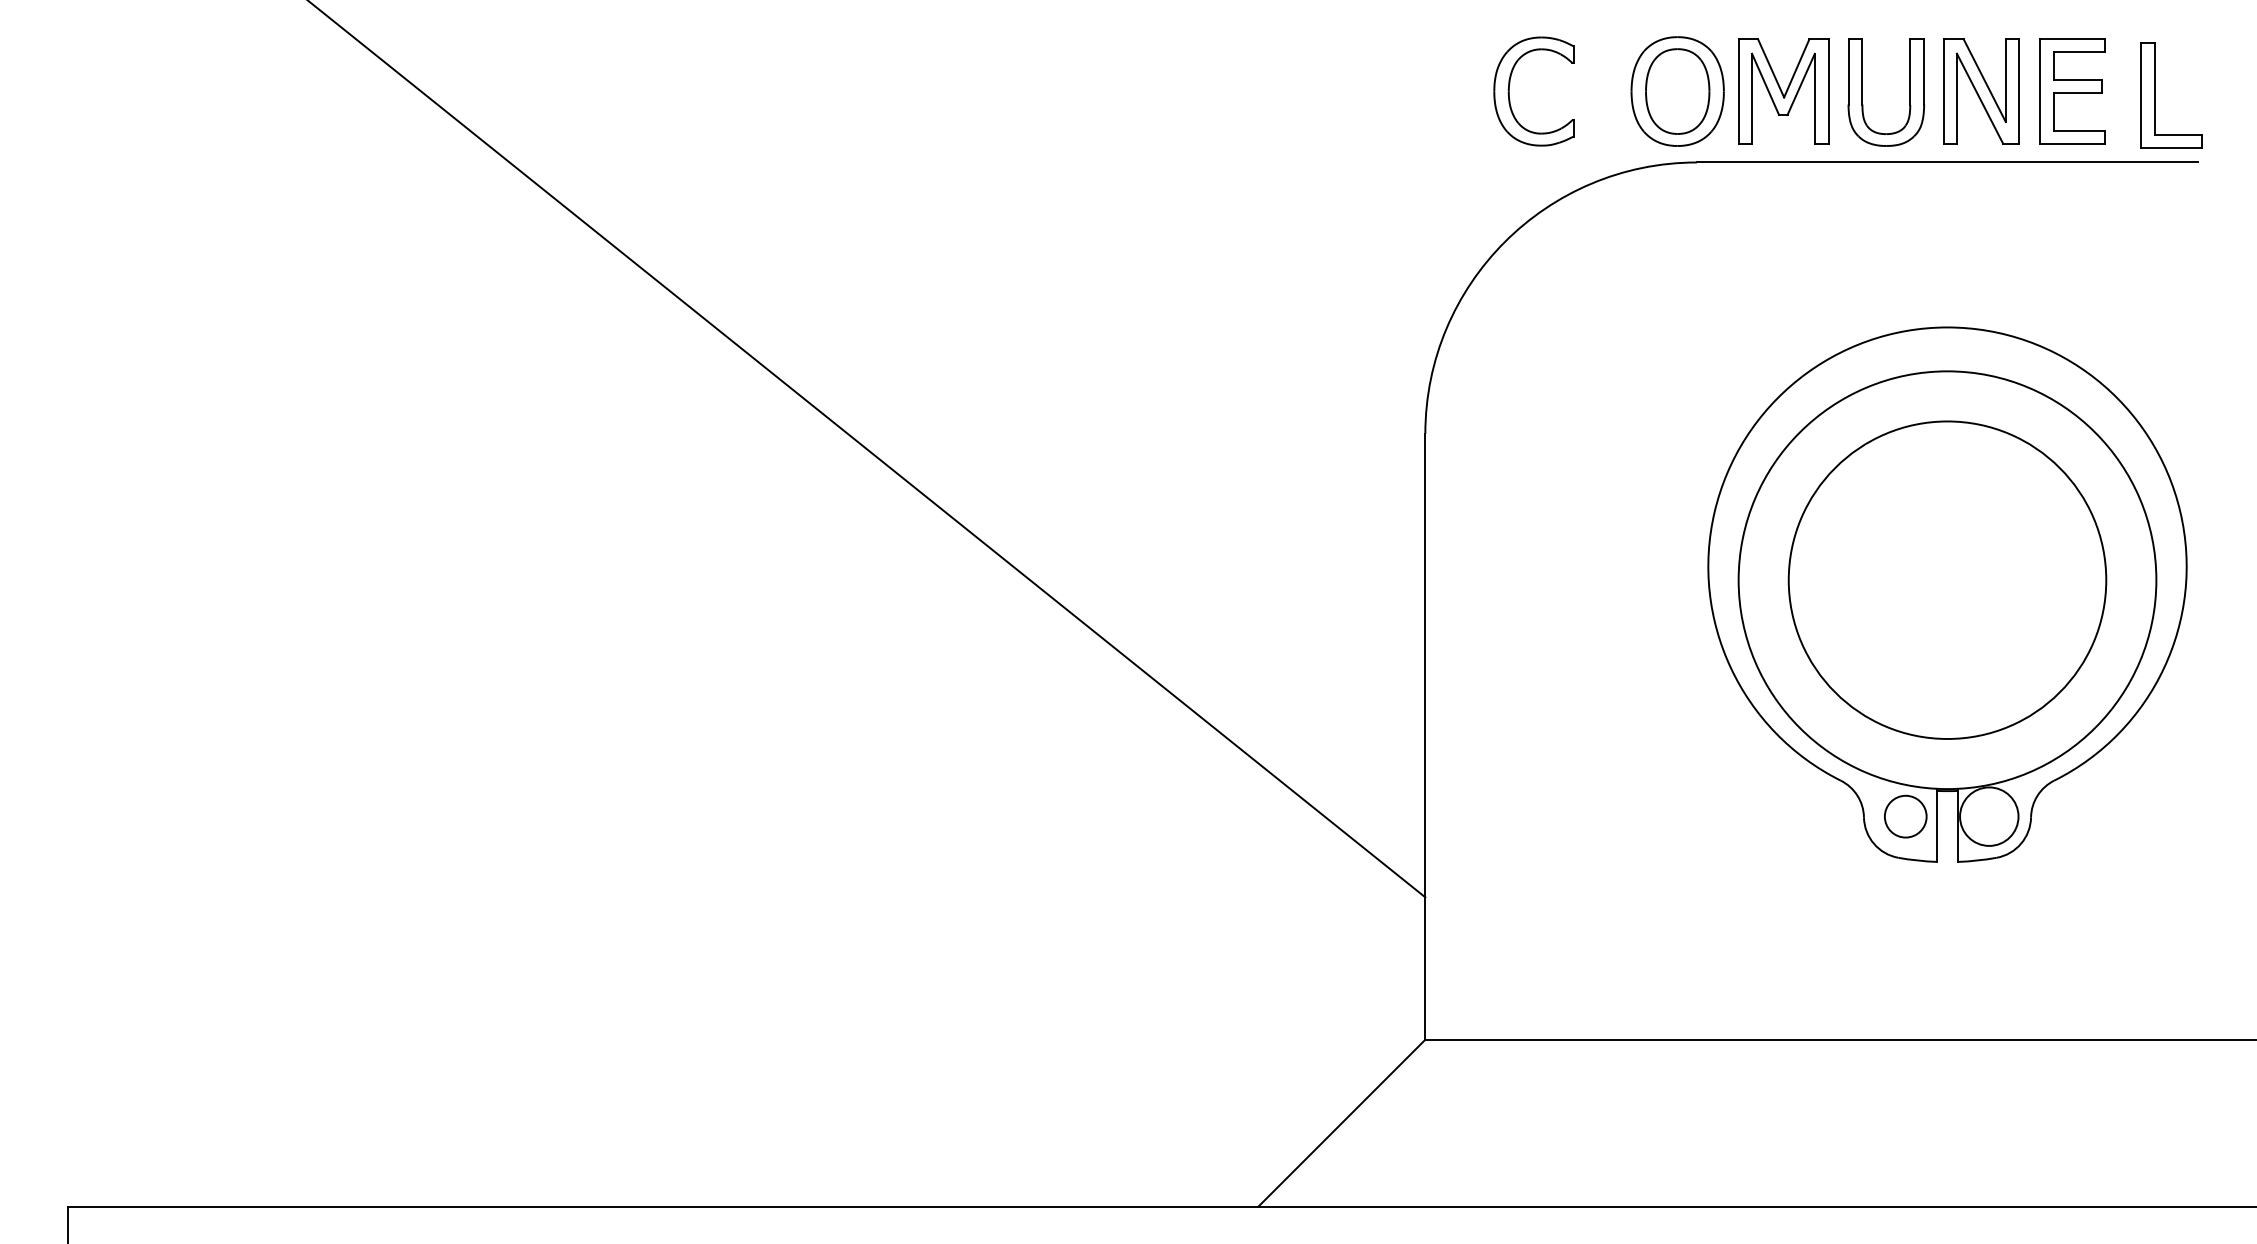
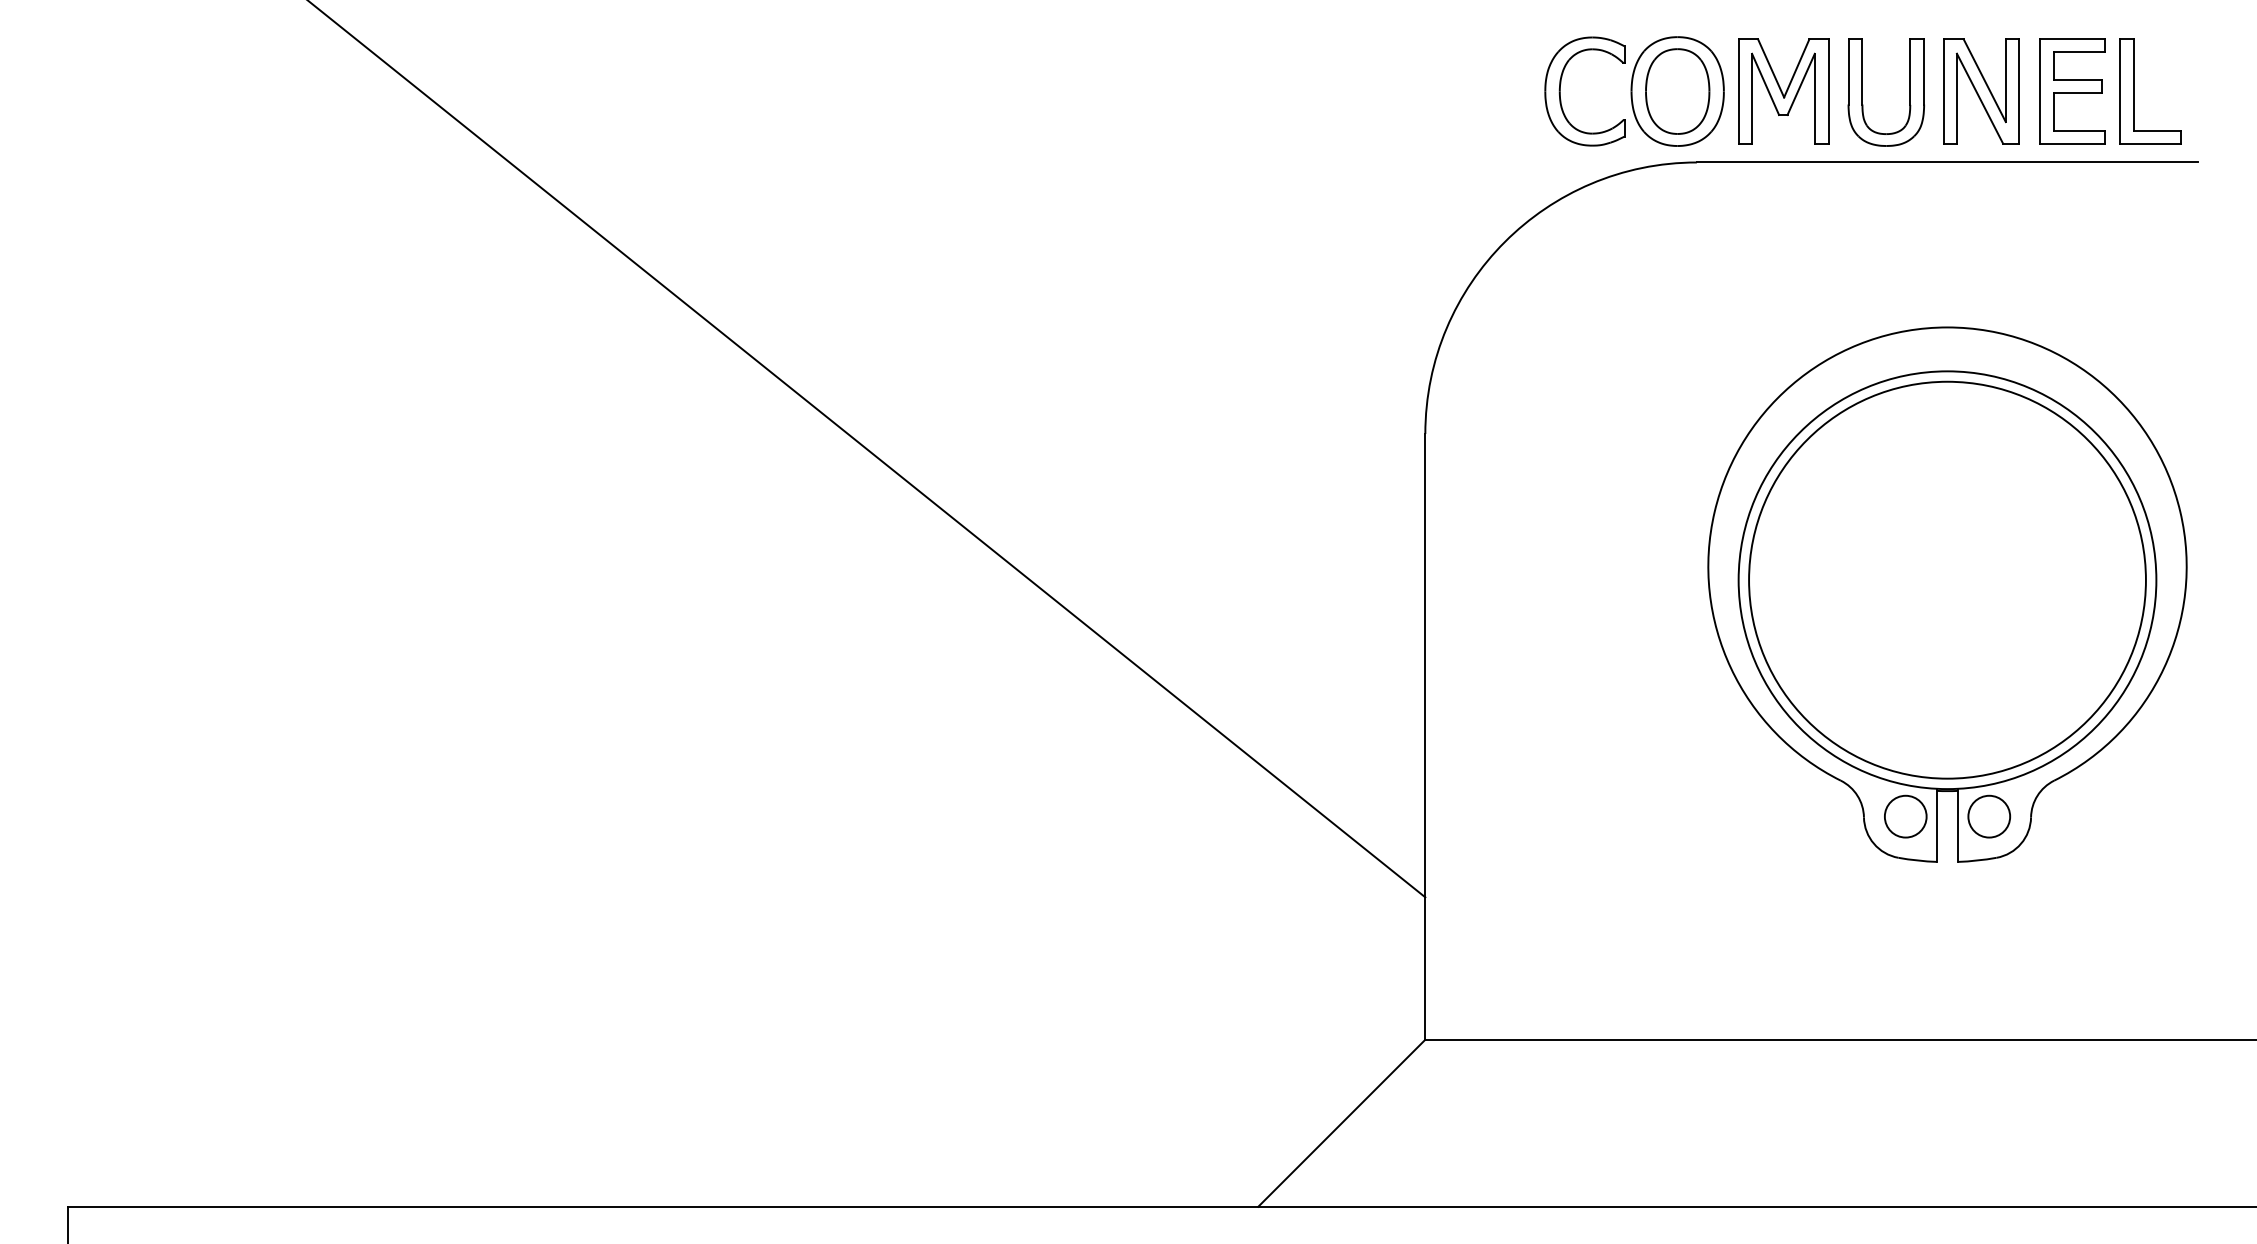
part at (1509, 91) position: (1509, 91) -> (1560, 91)
part at (2155, 95) position: (2155, 95) -> (2134, 91)
circle at (1947, 579) diameter: 318 px -> 397 px
circle at (1989, 816) diameter: 58 px -> 42 px
